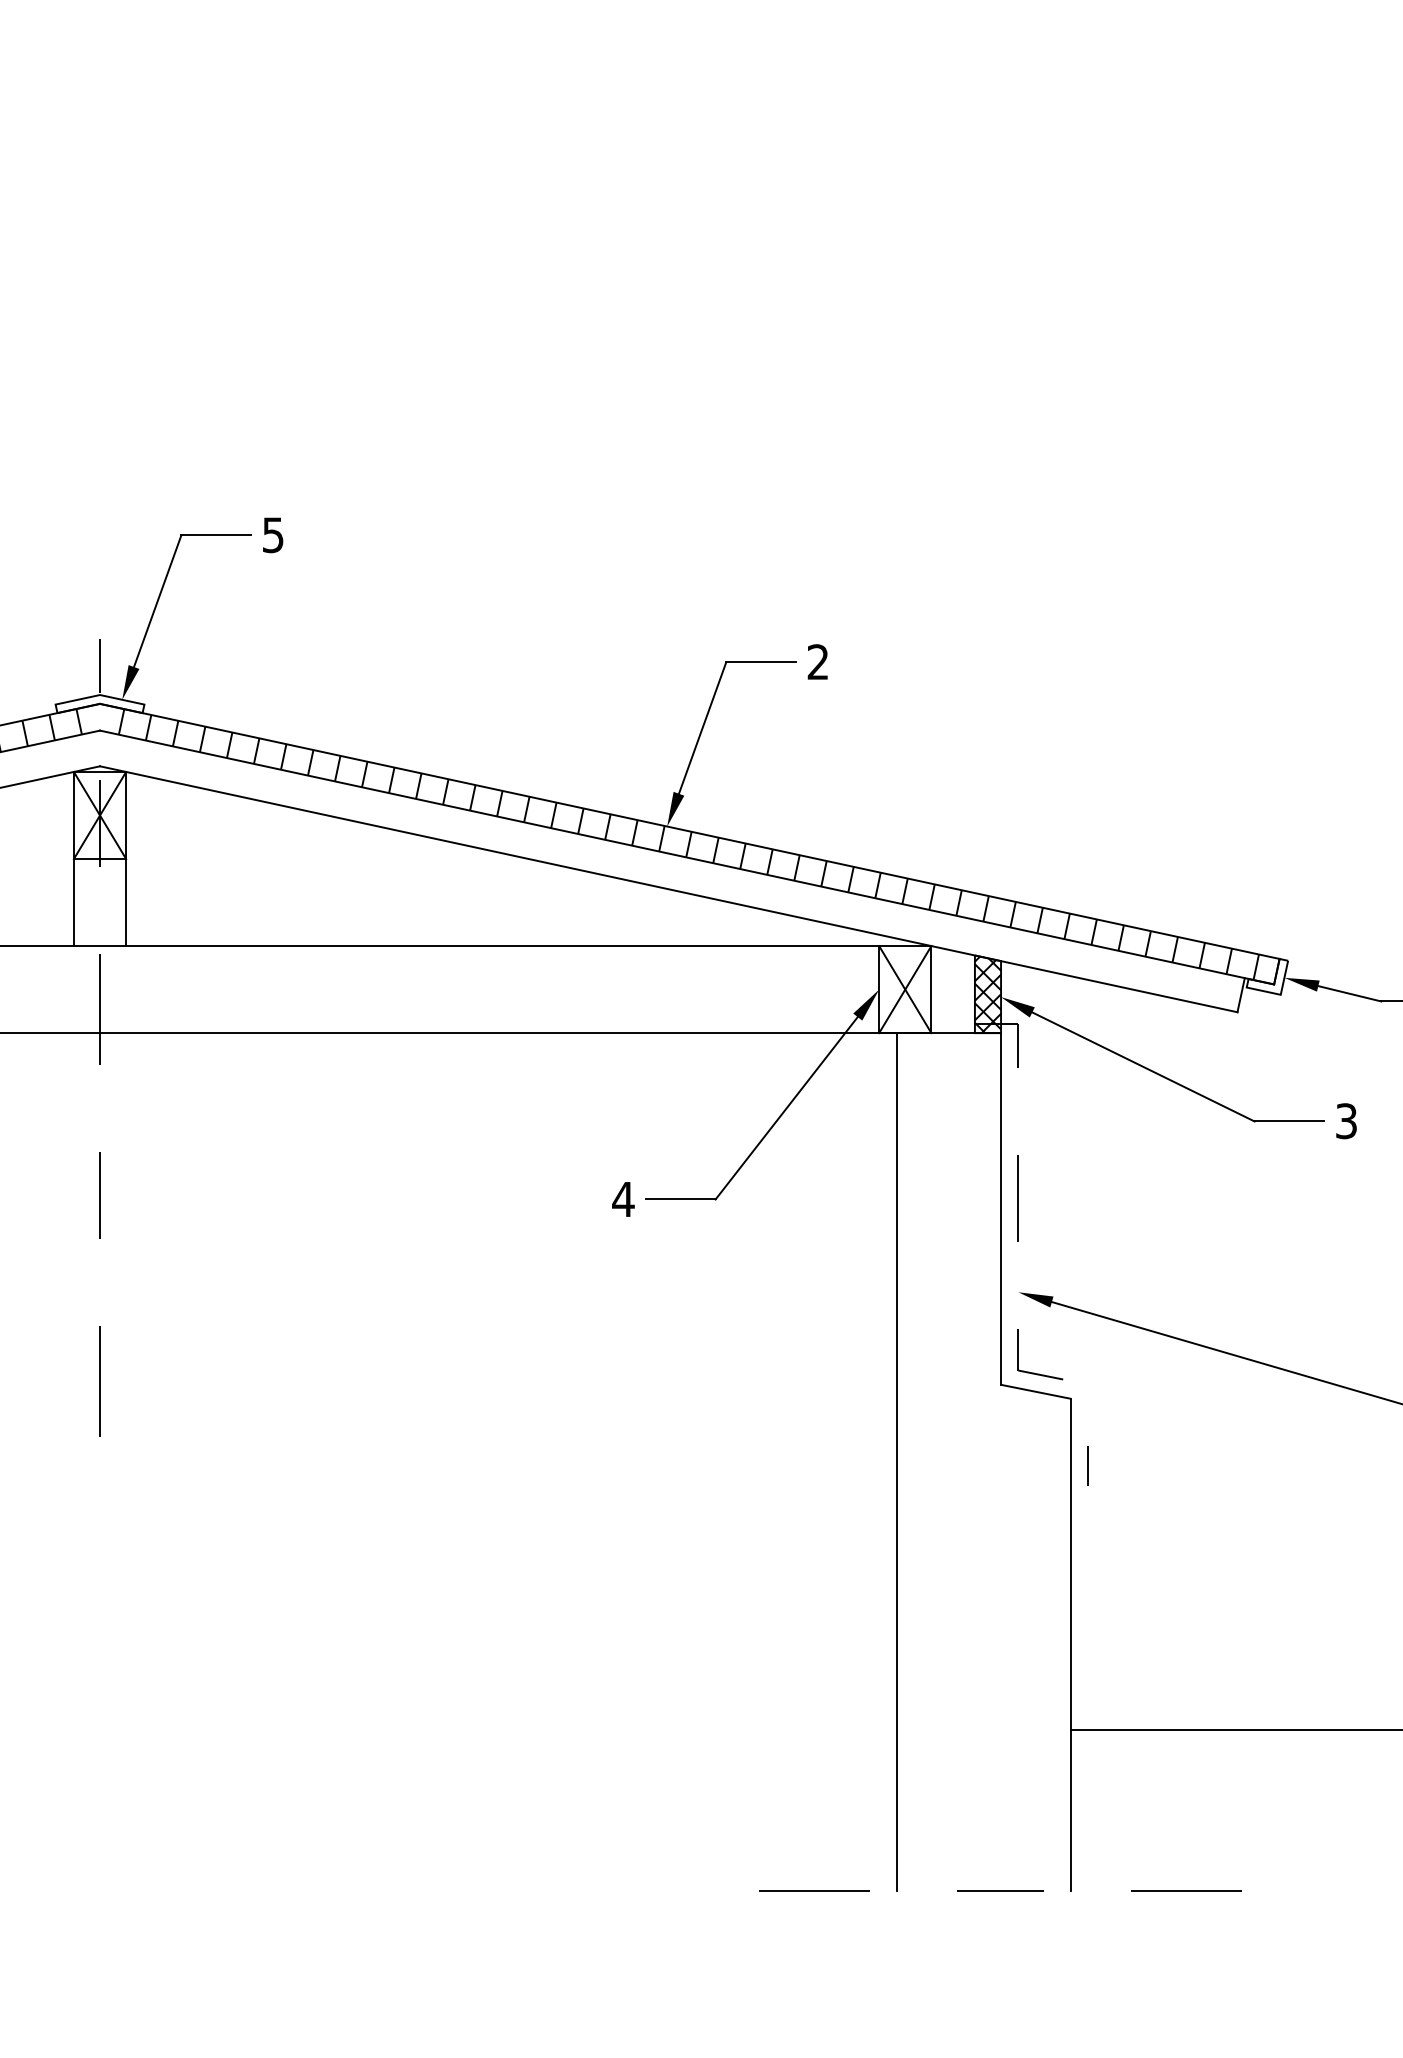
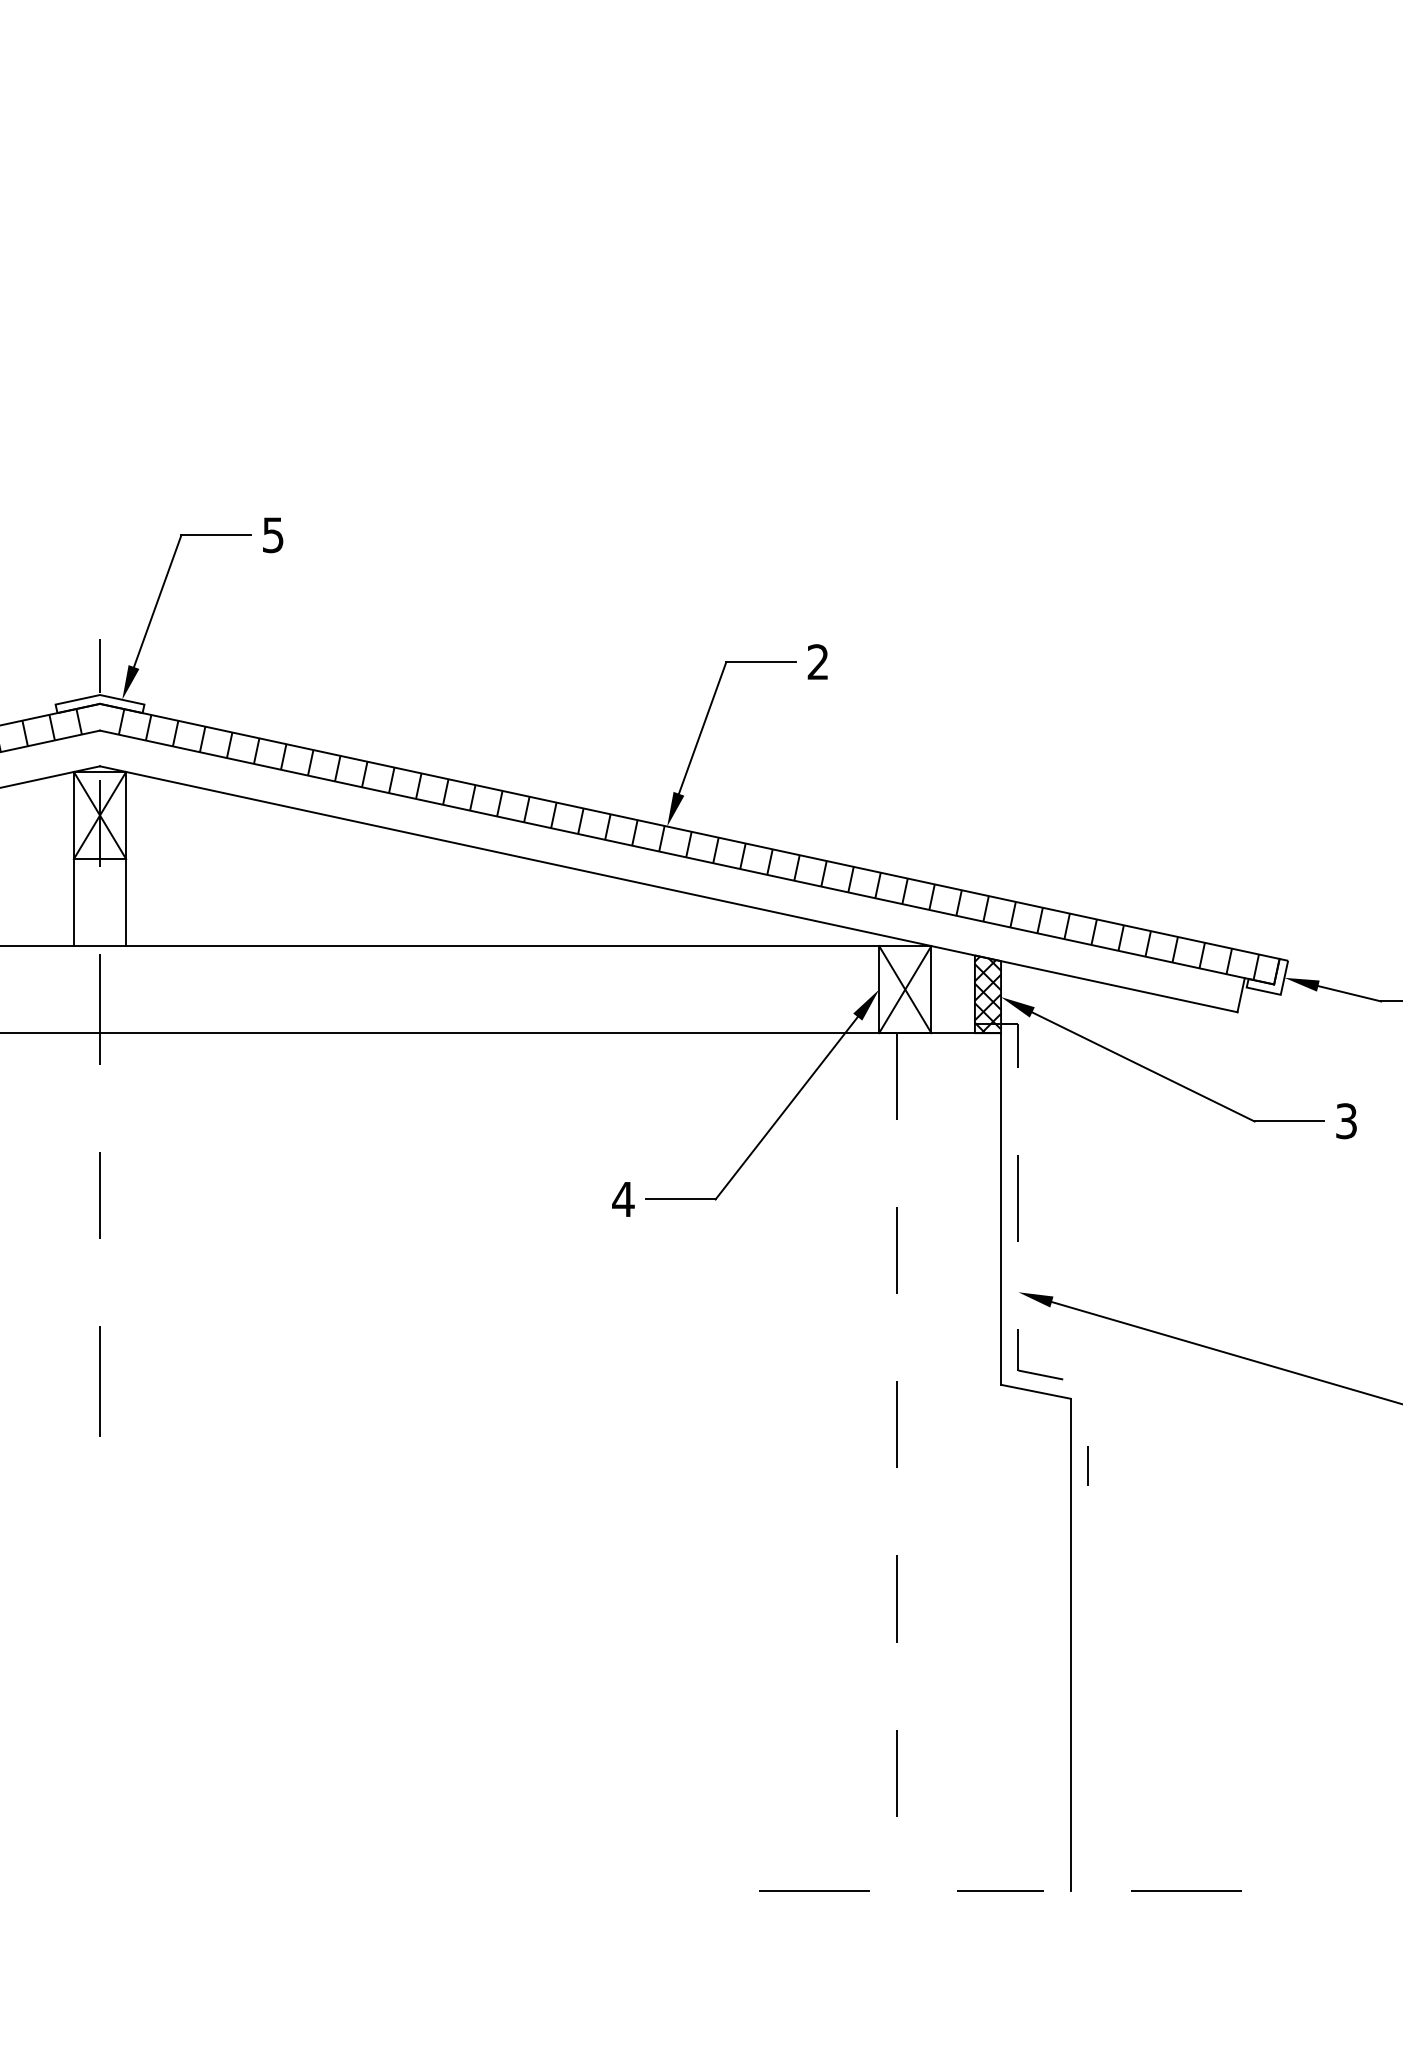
line at (896, 1461): solid -> dashed
line at (1234, 1729): present -> none
